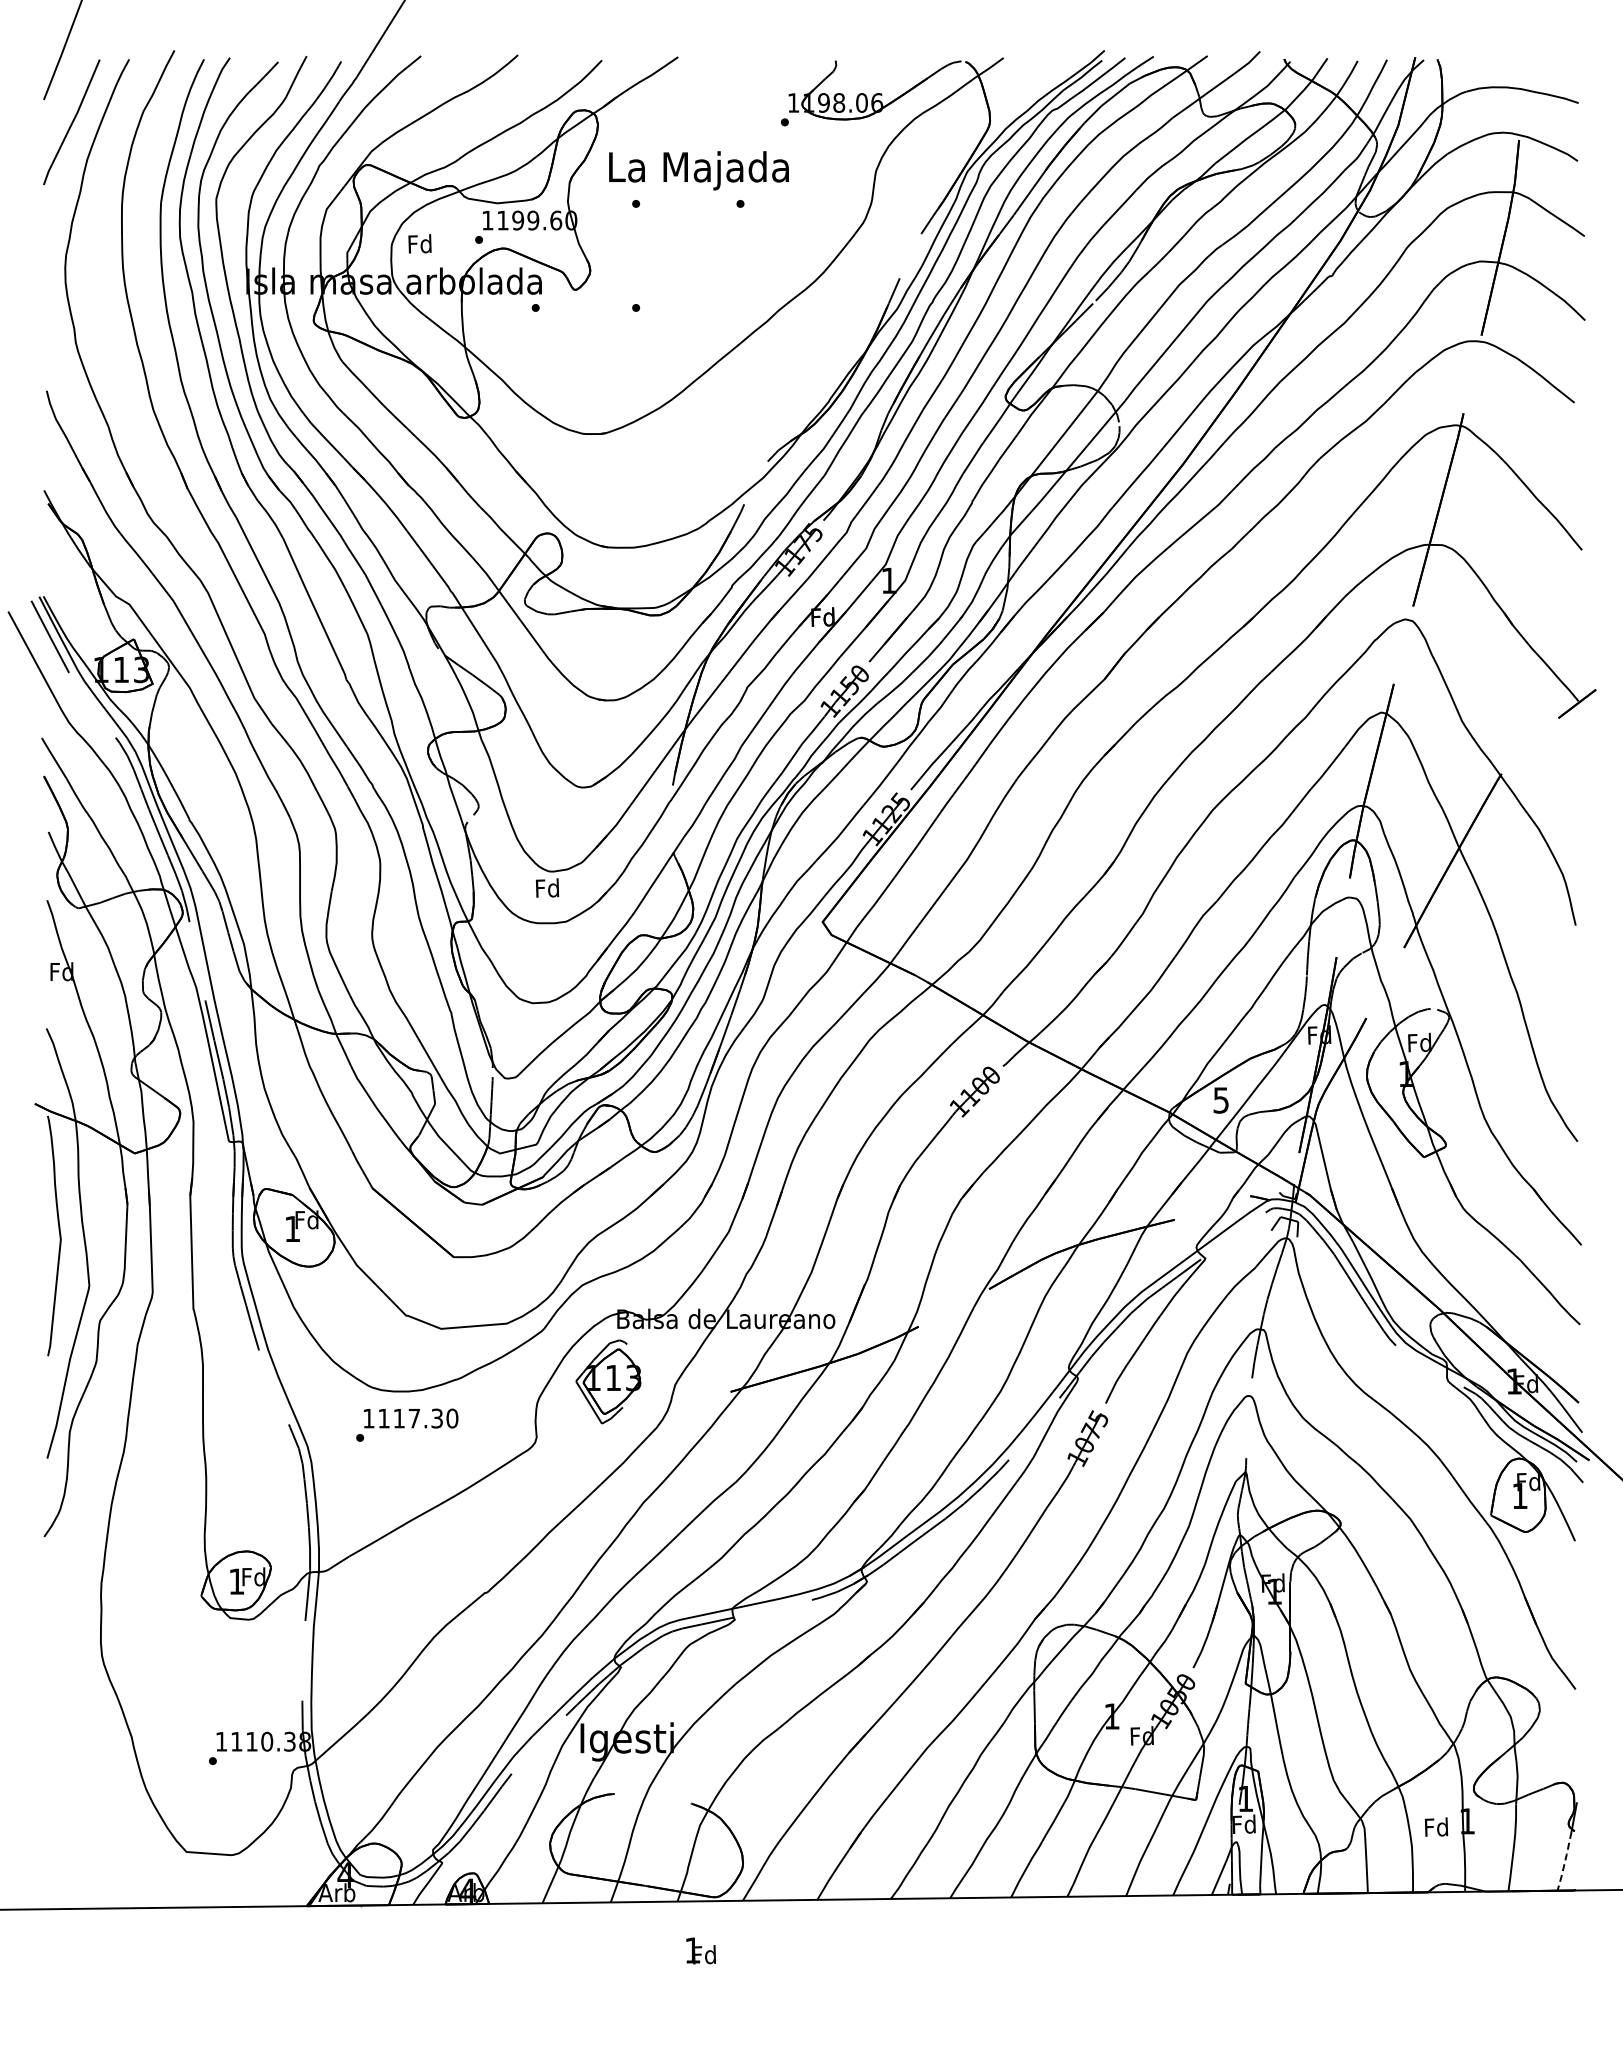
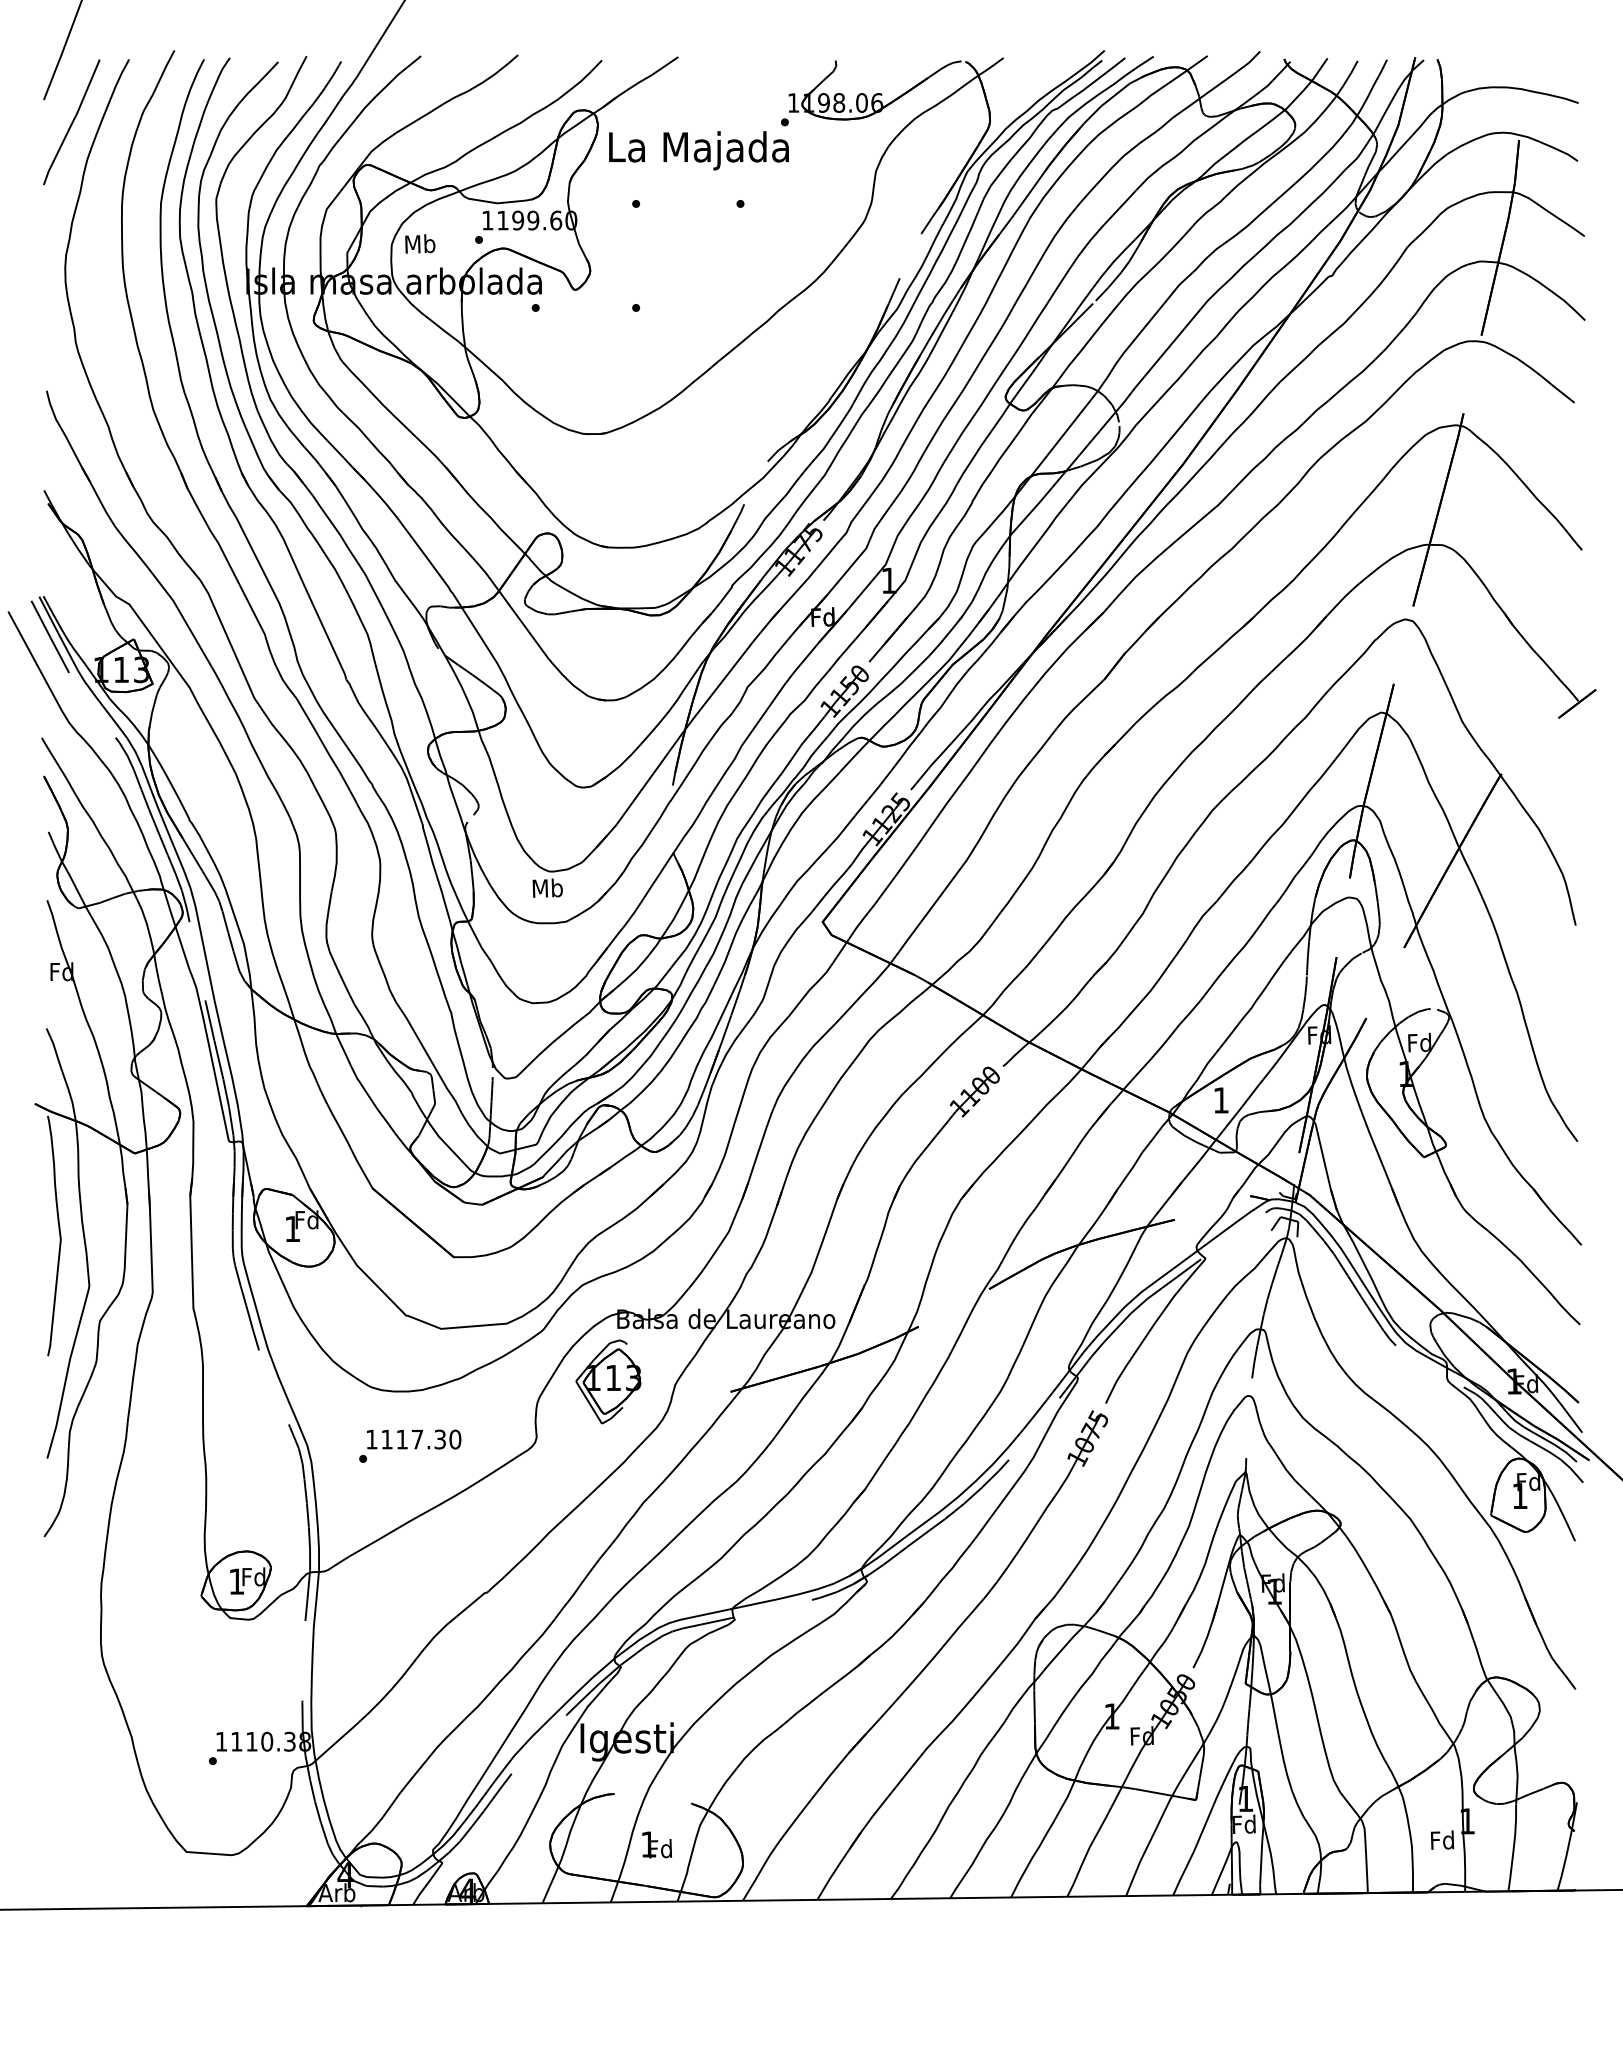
text at (698, 170) position: (698, 170) -> (698, 150)
text at (420, 243): Fd -> Mb
text at (547, 887): Fd -> Mb
text at (1220, 1100): 5 -> 1
text at (407, 1424) position: (407, 1424) -> (410, 1445)
text at (1436, 1826) position: (1436, 1826) -> (1442, 1839)
line at (1564, 1862): dashed -> solid
text at (700, 1950) position: (700, 1950) -> (656, 1844)
